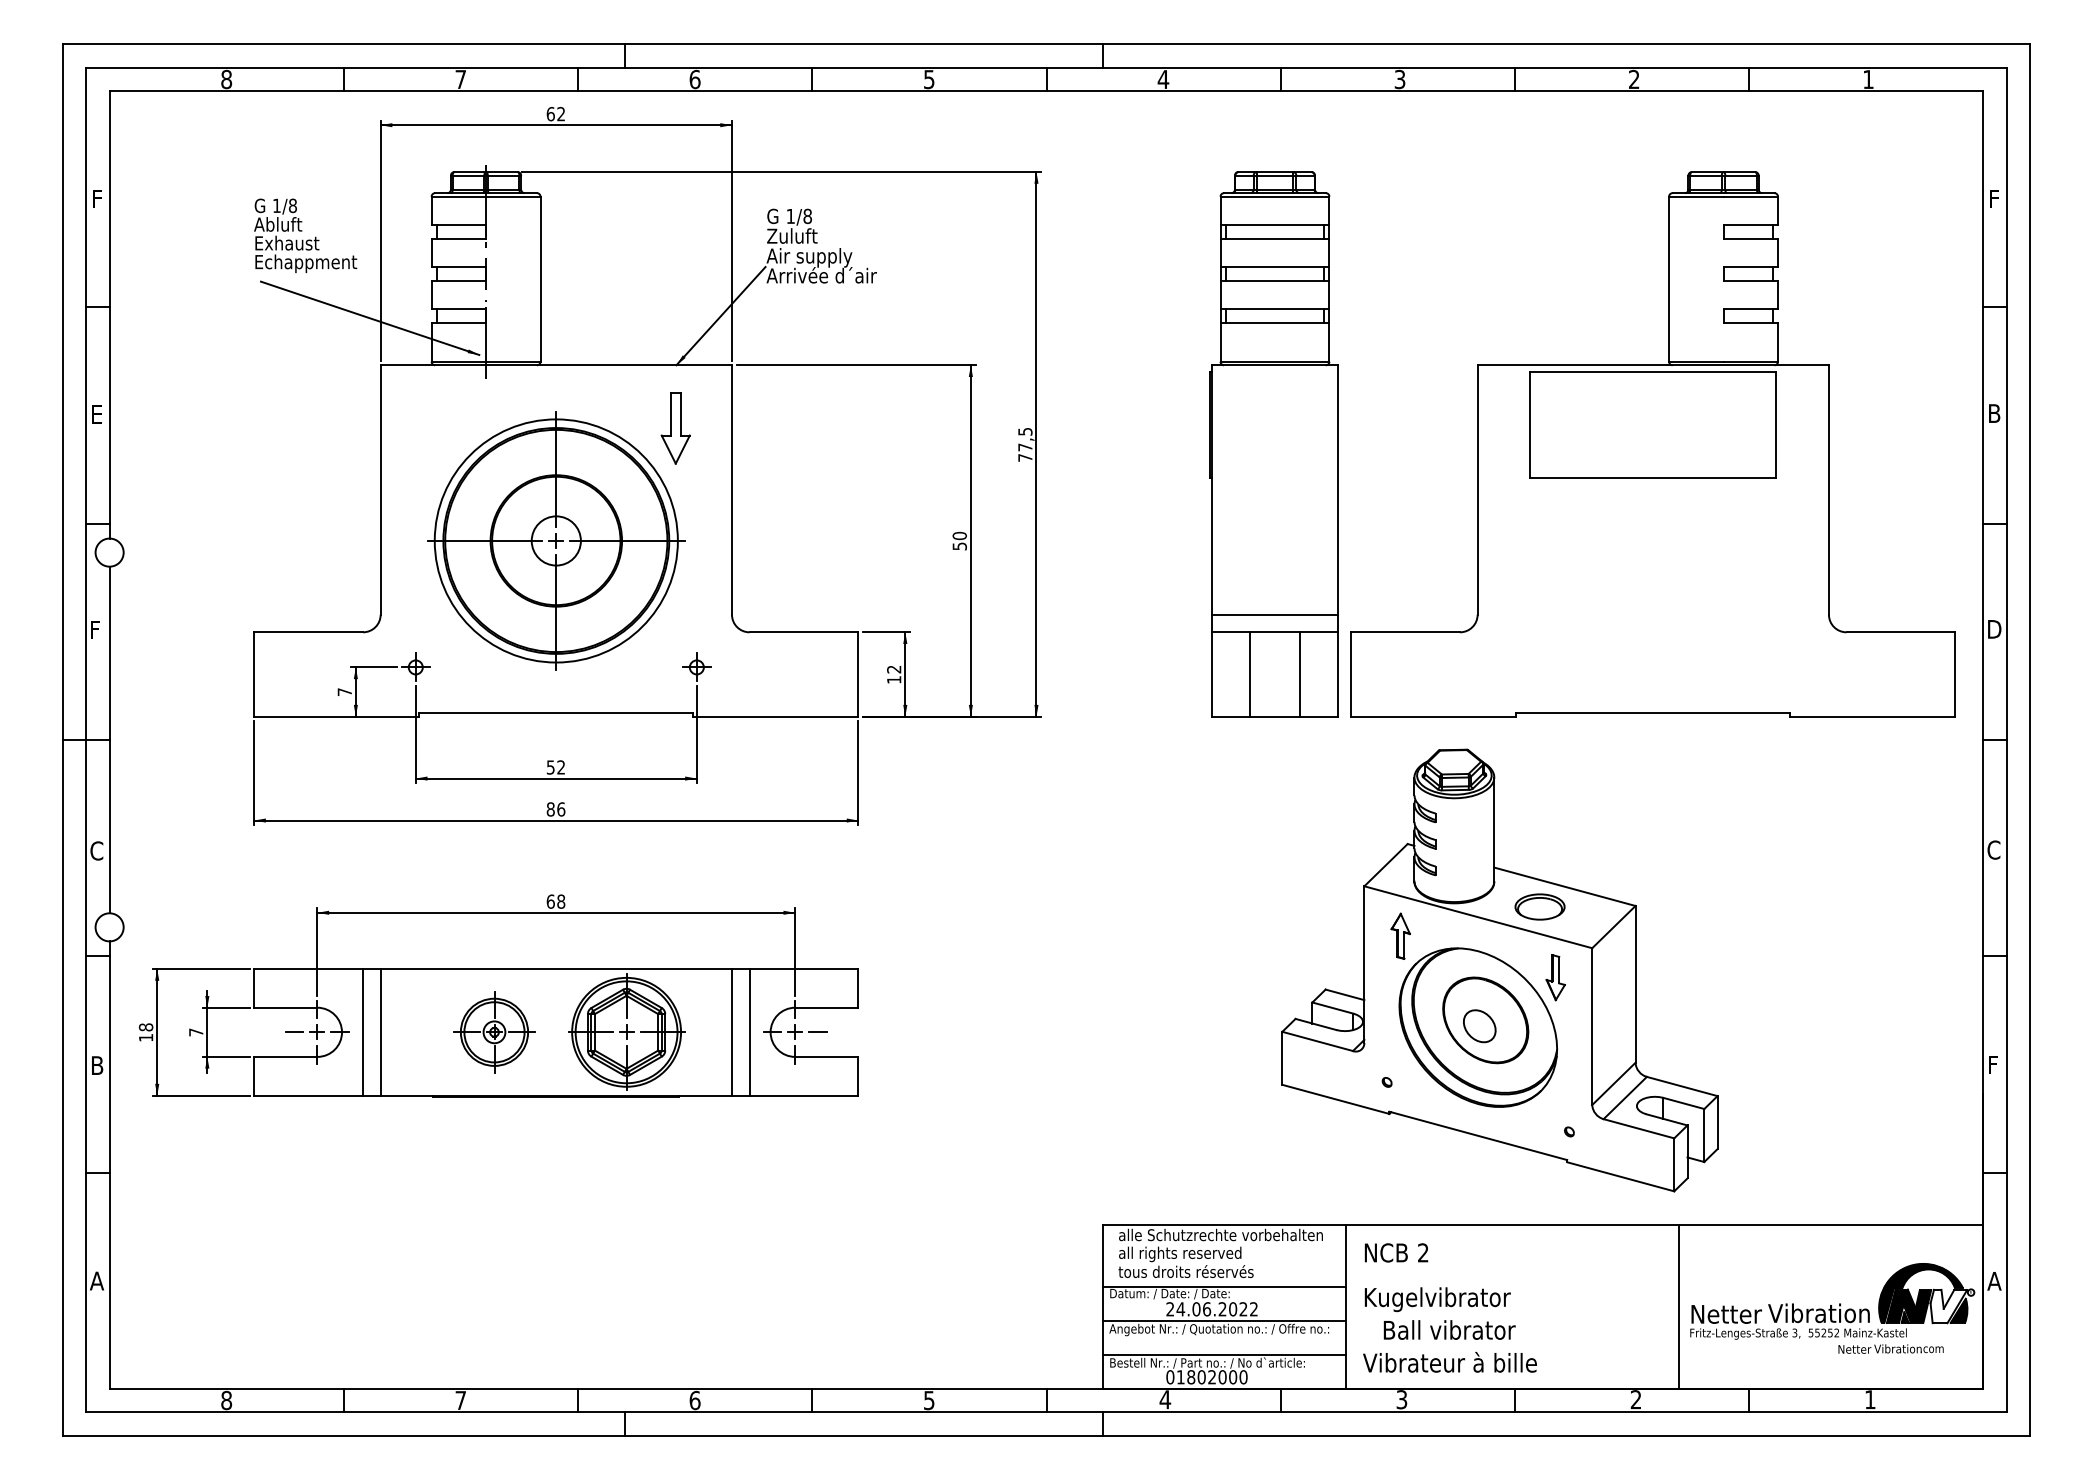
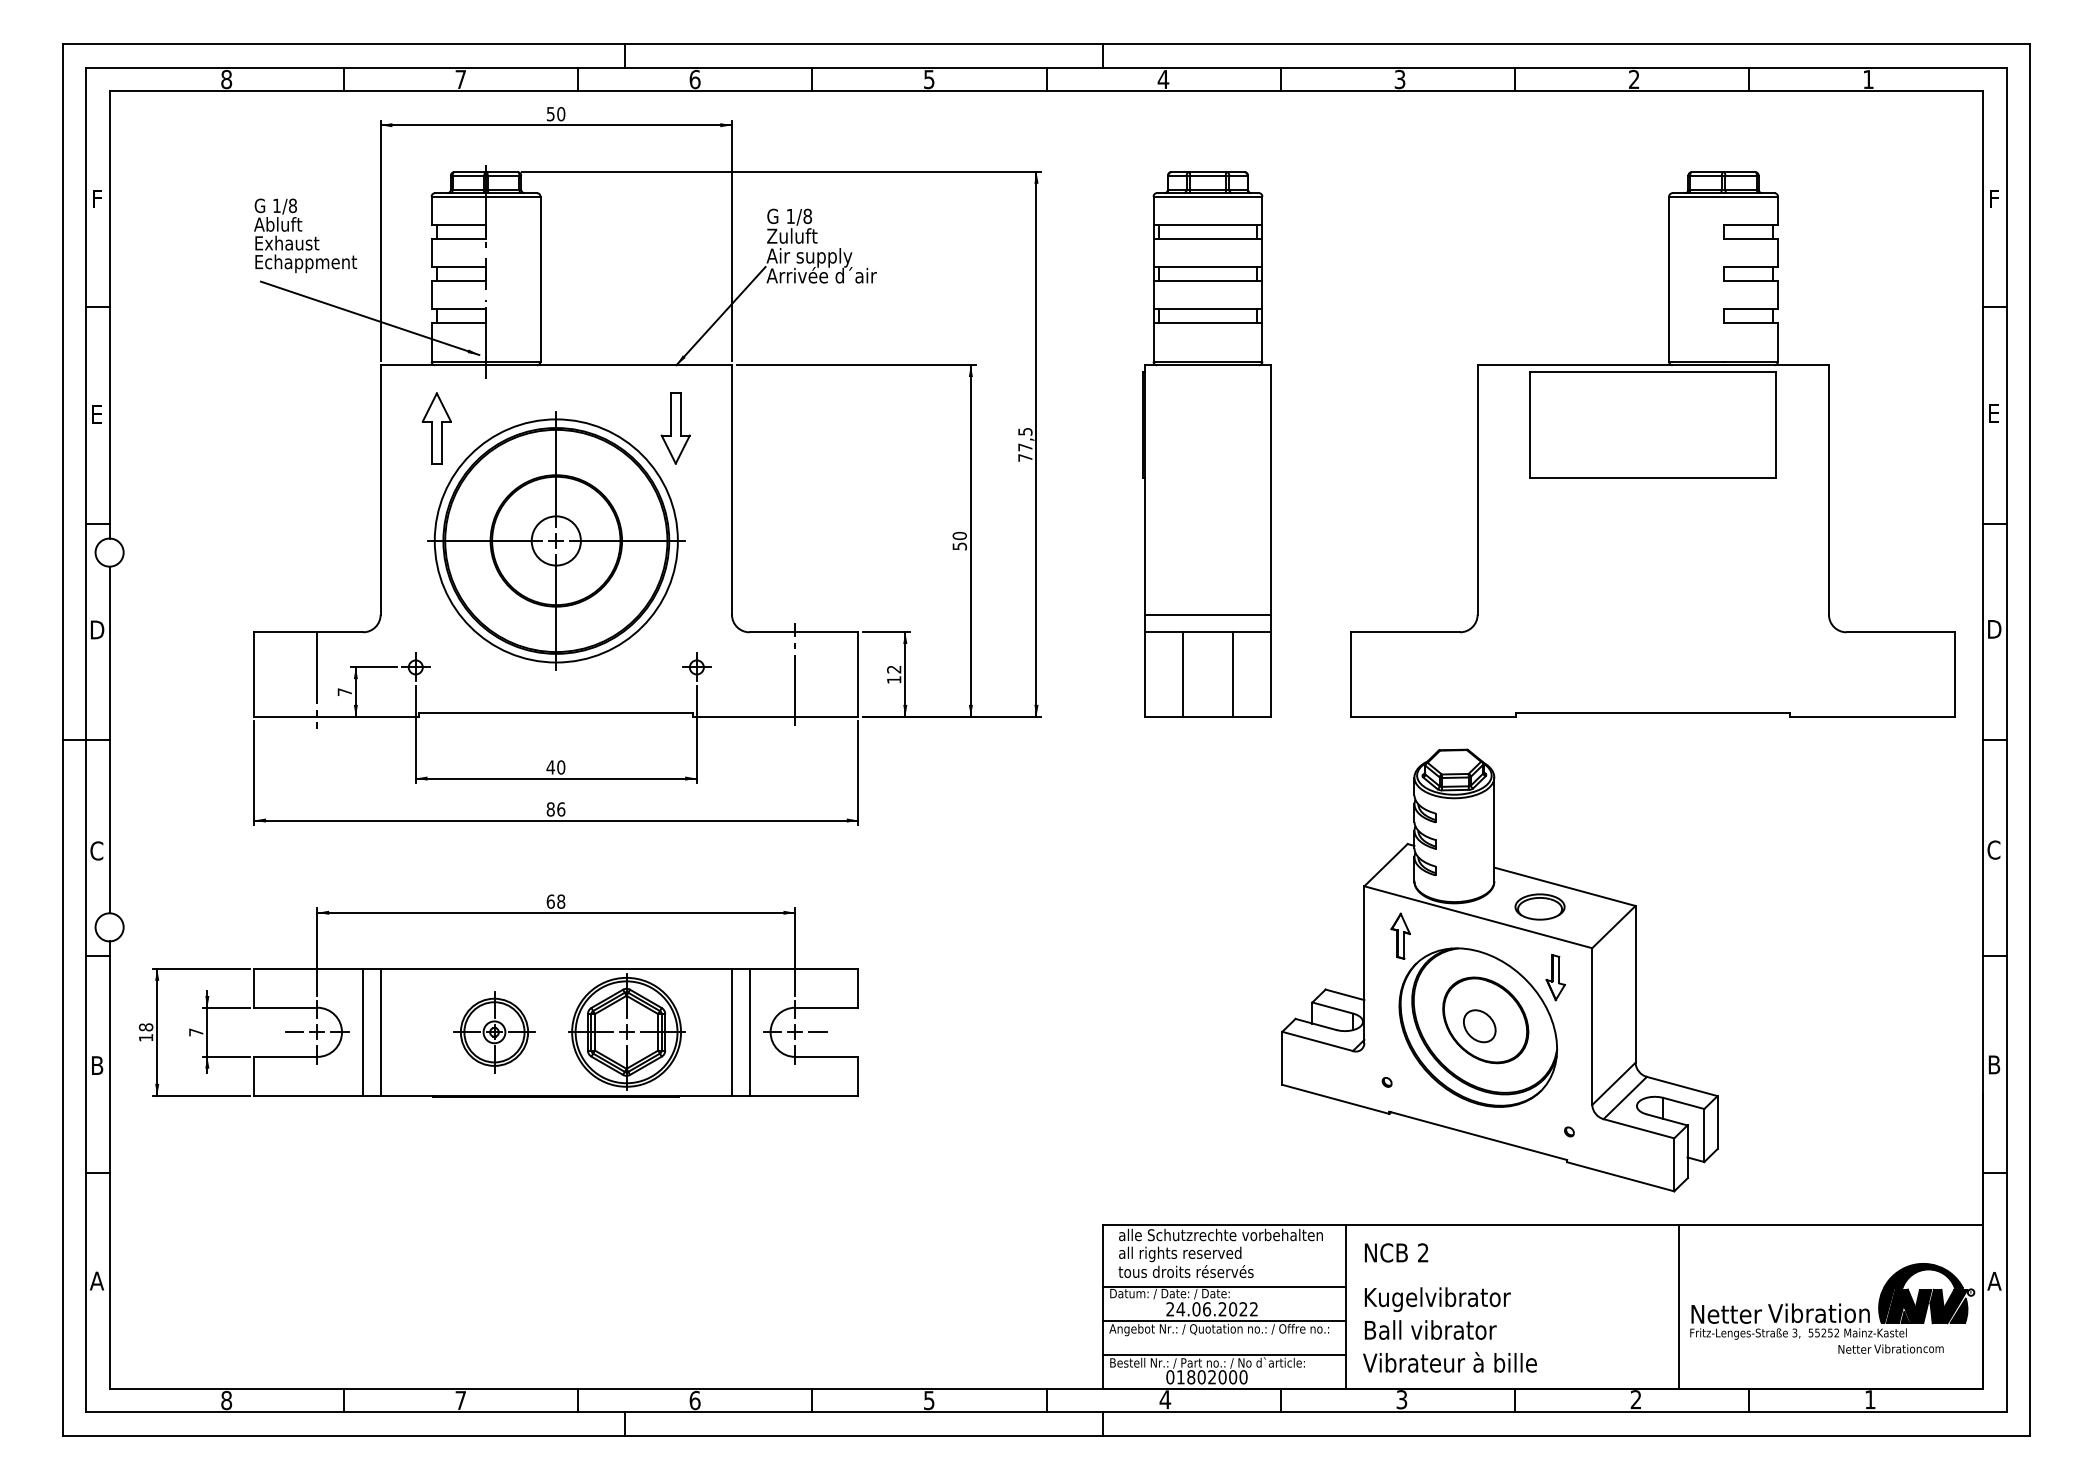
text at (555, 114): 62 -> 50
text at (1994, 413): B -> E
part at (436, 428): none -> present
part at (1273, 444) position: (1273, 444) -> (1206, 444)
text at (97, 629): F -> D
line at (795, 674): none -> present
line at (317, 680): none -> present
text at (555, 767): 52 -> 40
text at (1994, 1064): F -> B
fill at (1948, 1306): none -> present
text at (1449, 1329) position: (1449, 1329) -> (1430, 1329)
